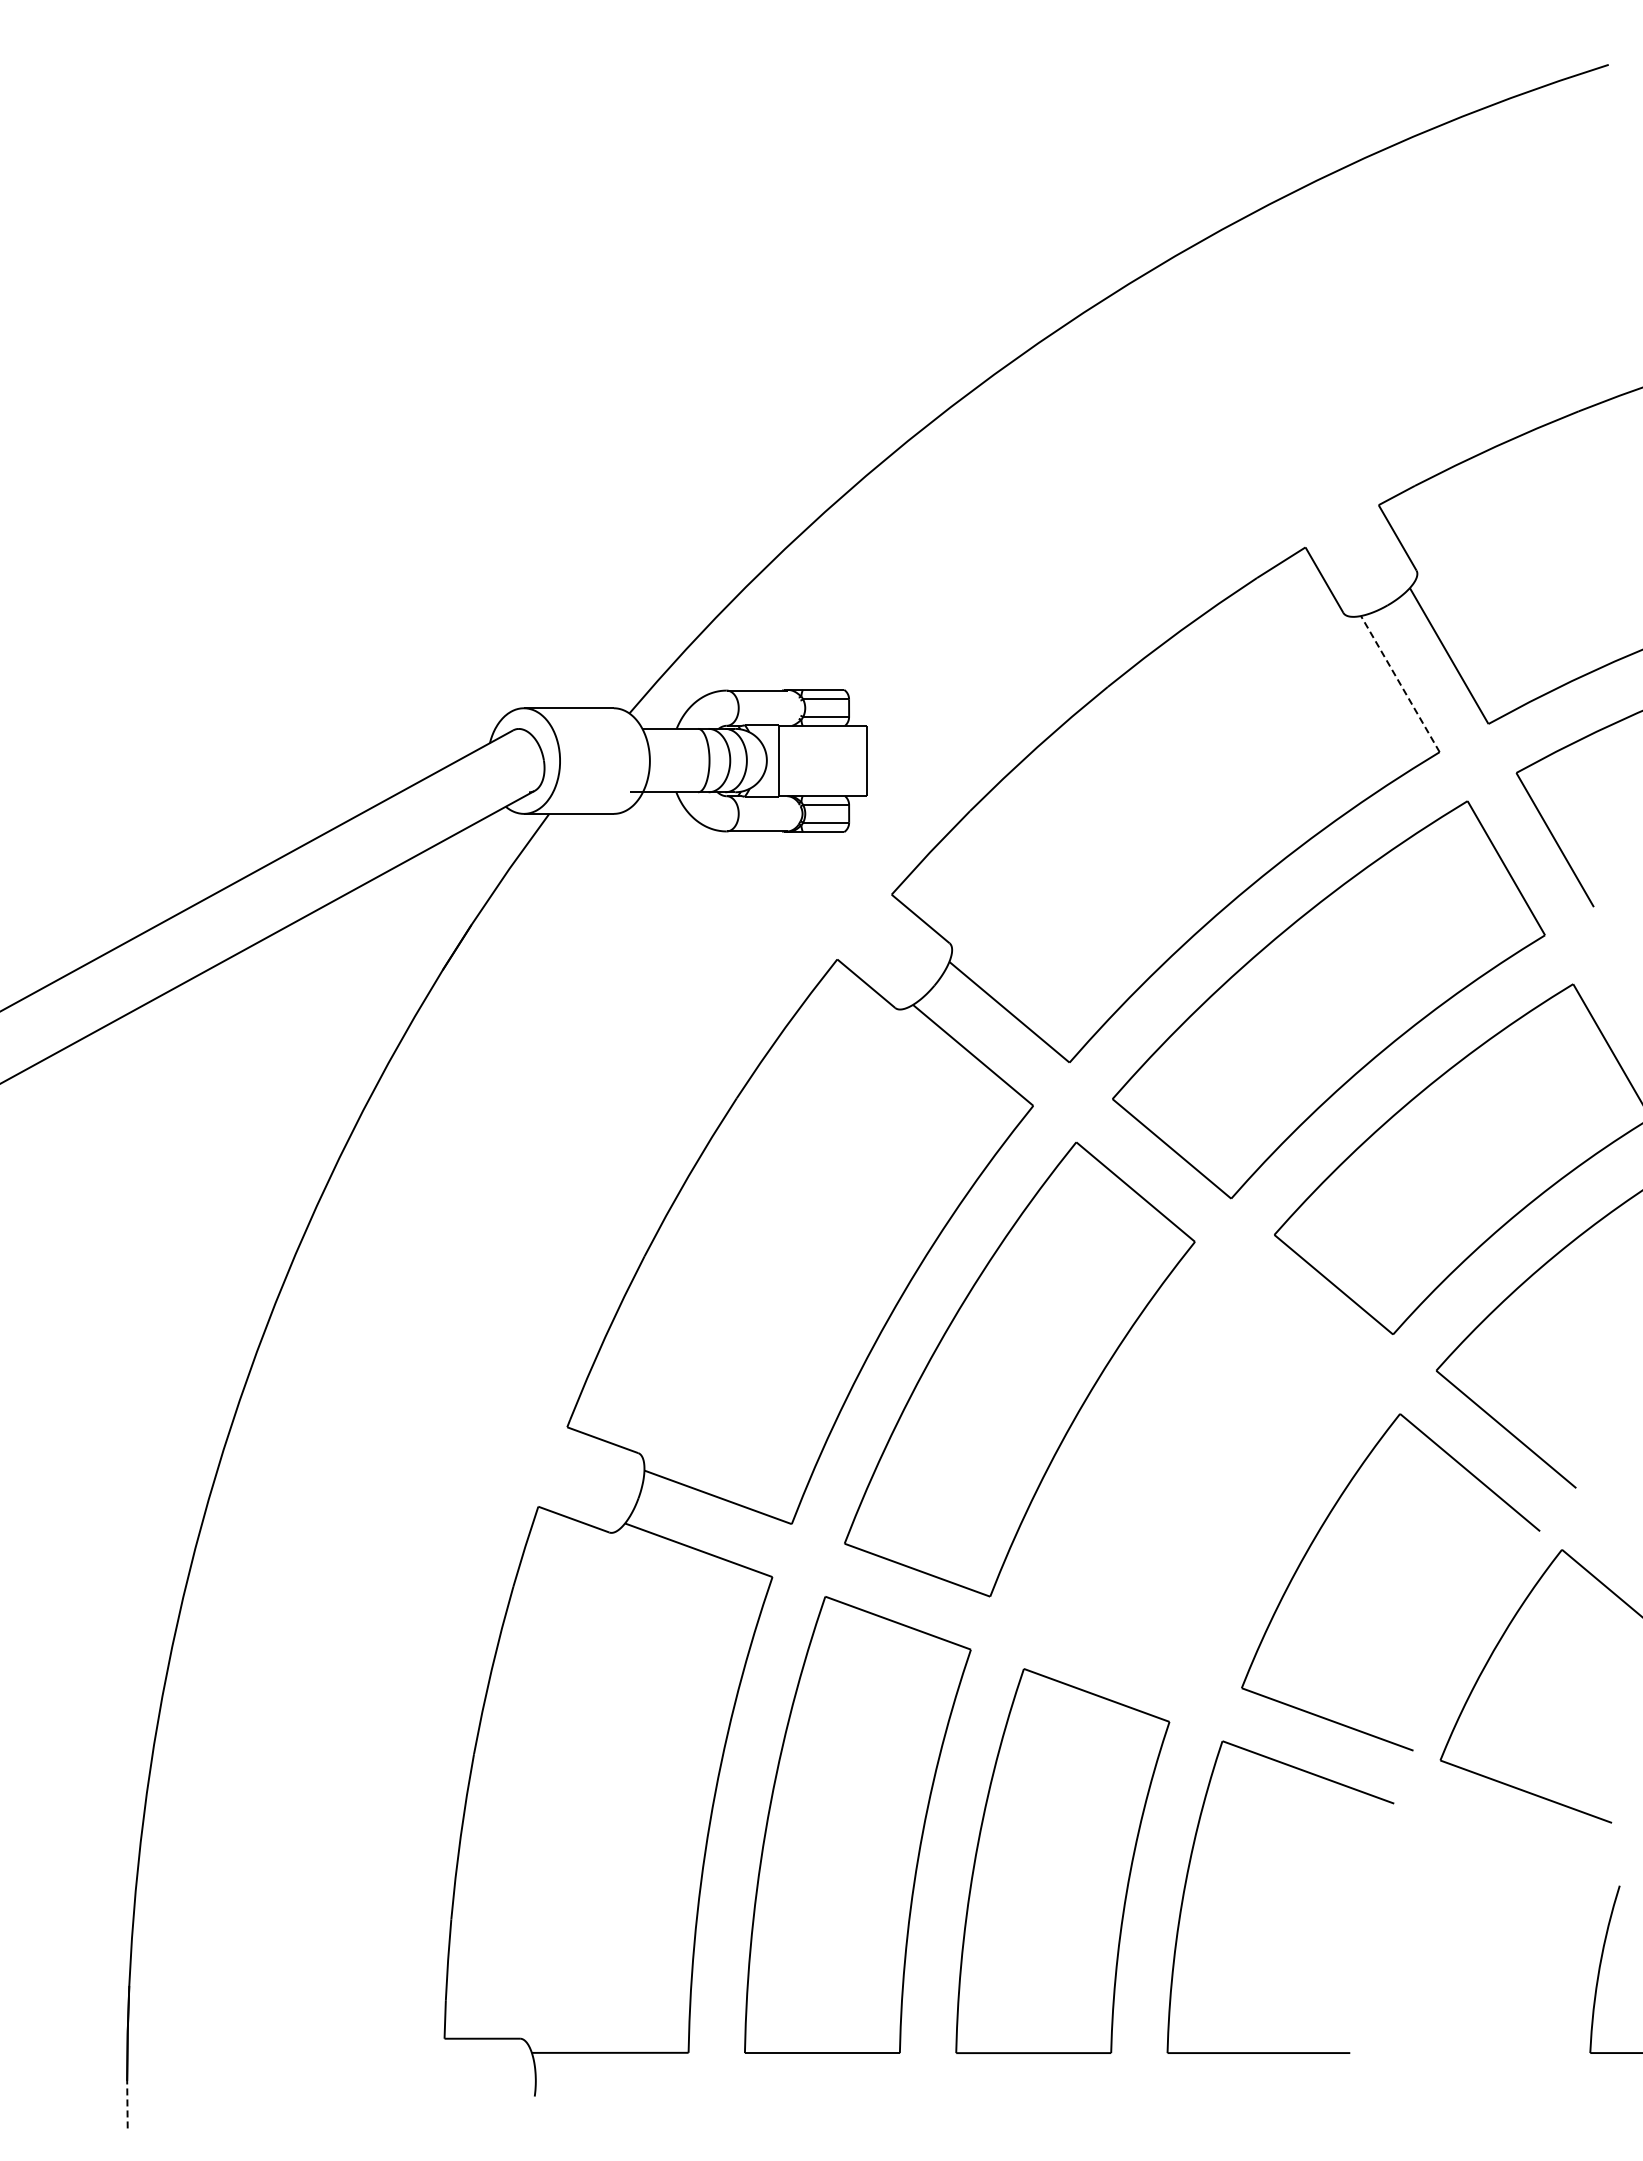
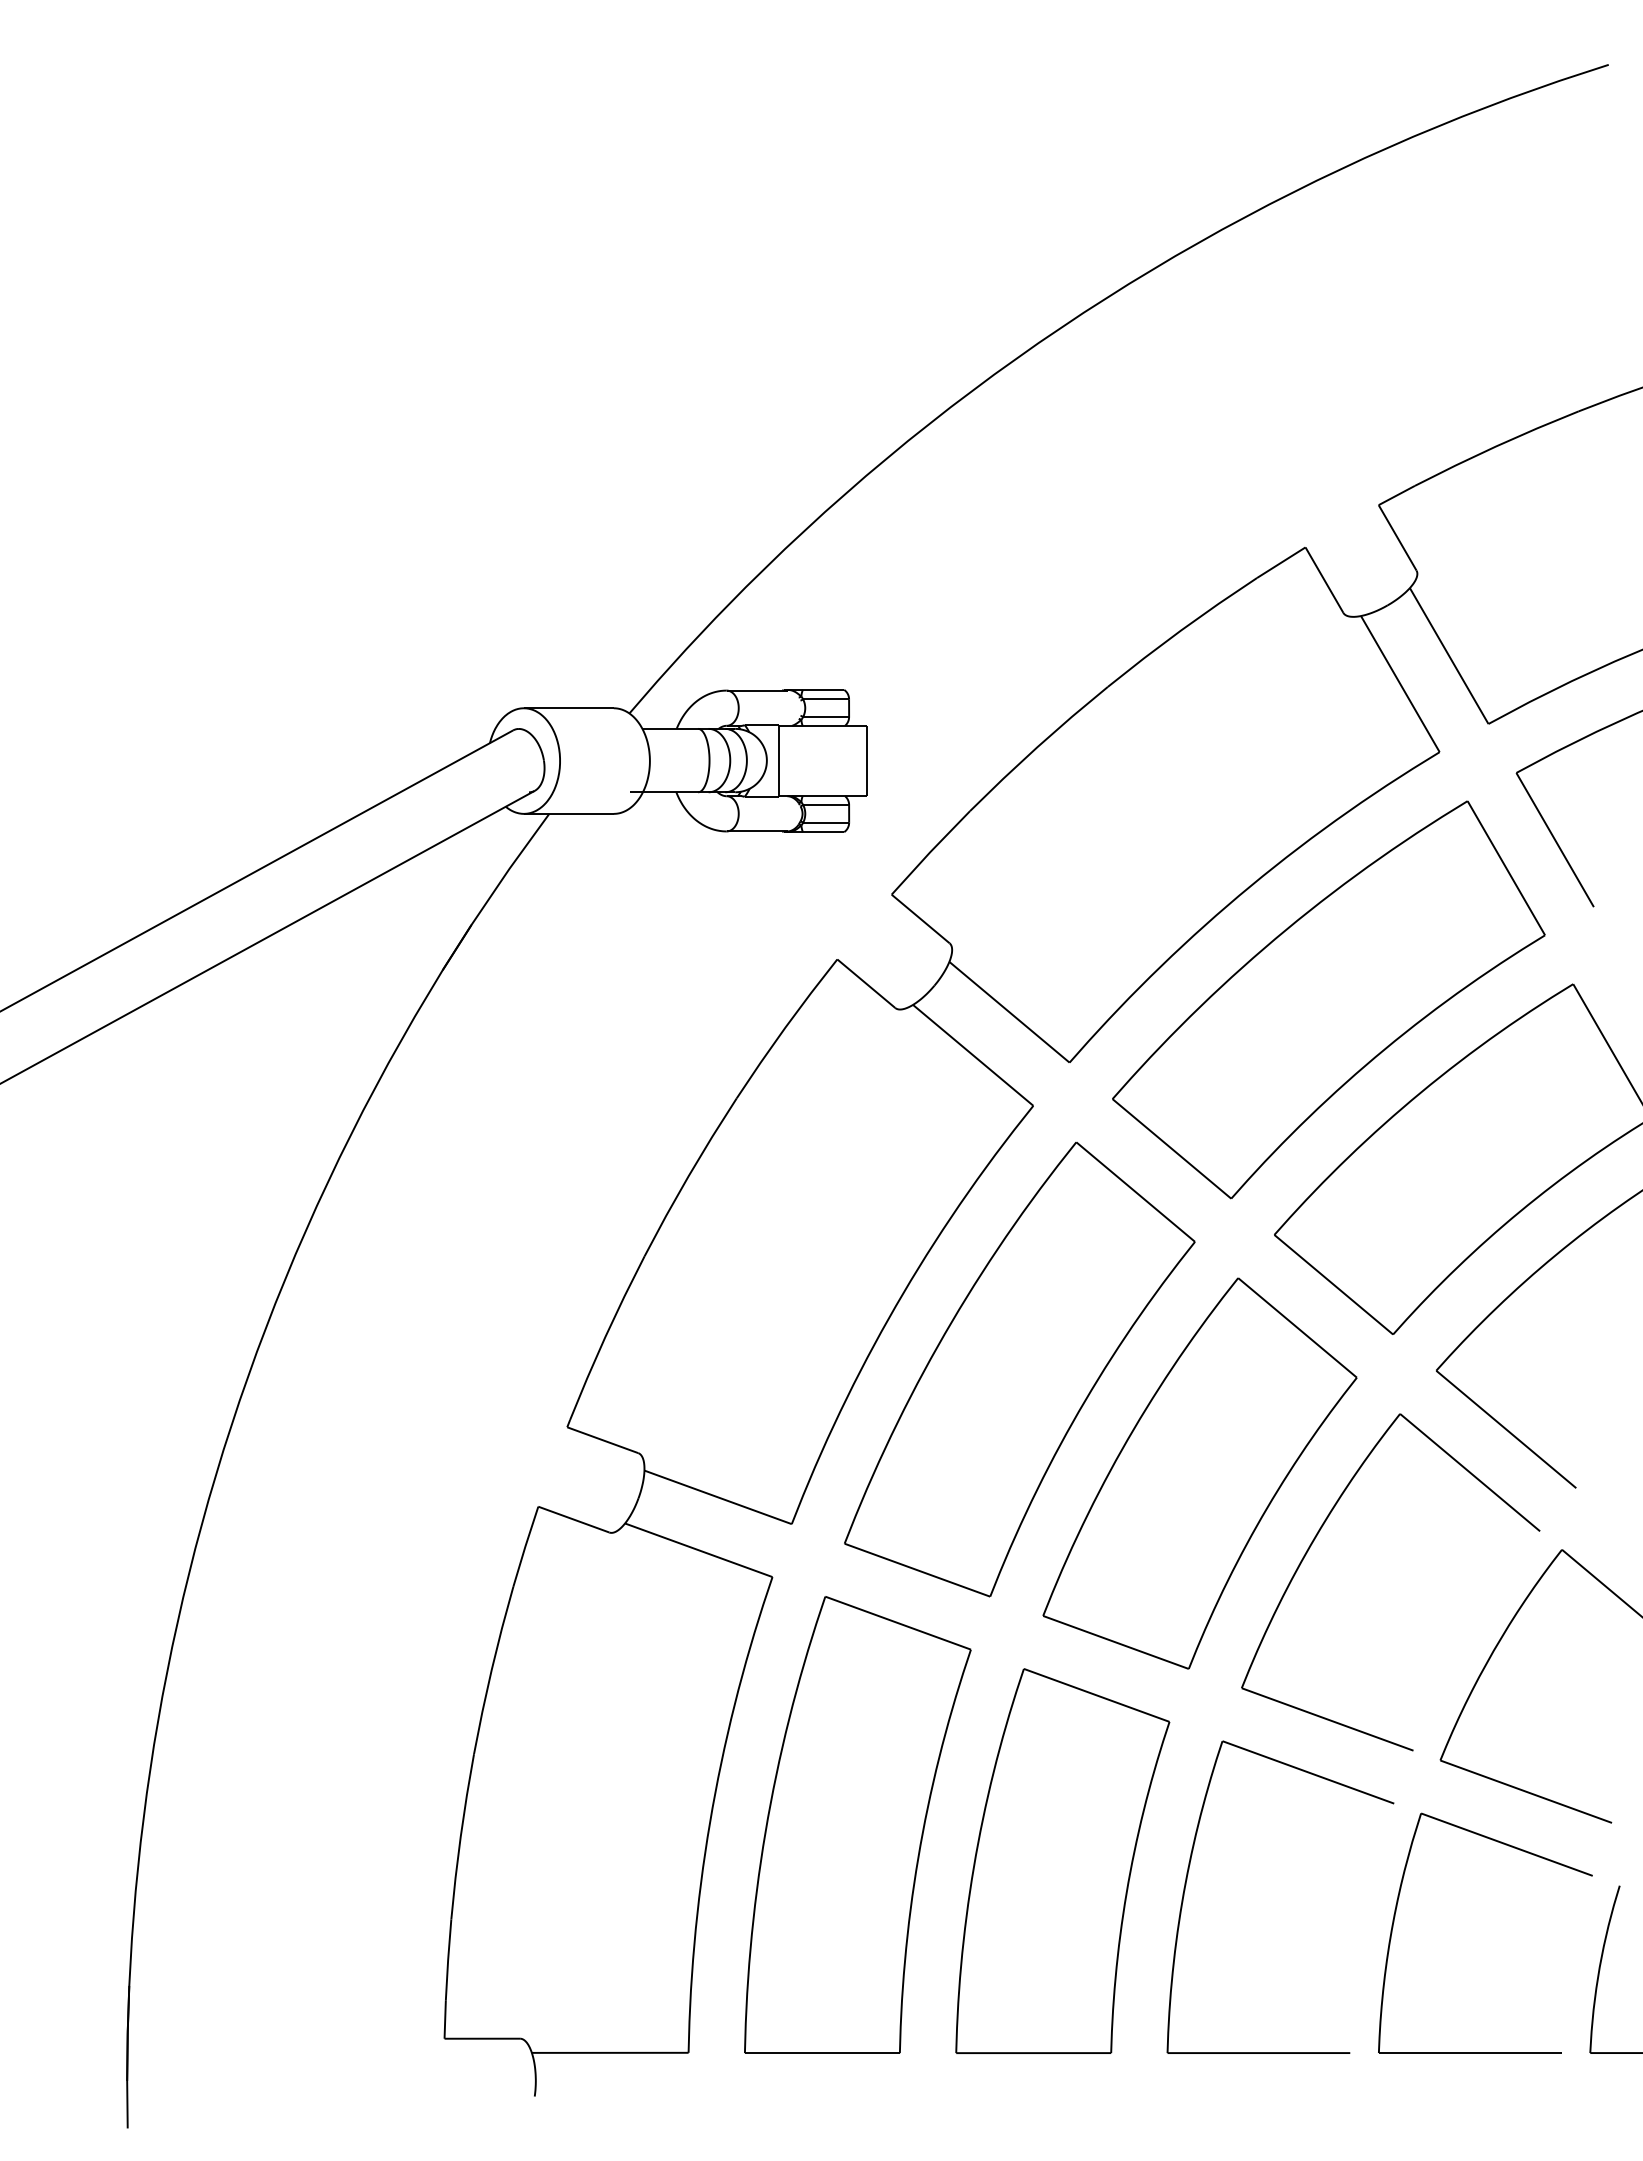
line at (1400, 684): dashed -> solid
part at (1199, 1473): none -> present
part at (1516, 1849): none -> present
line at (127, 2104): dashed -> solid
